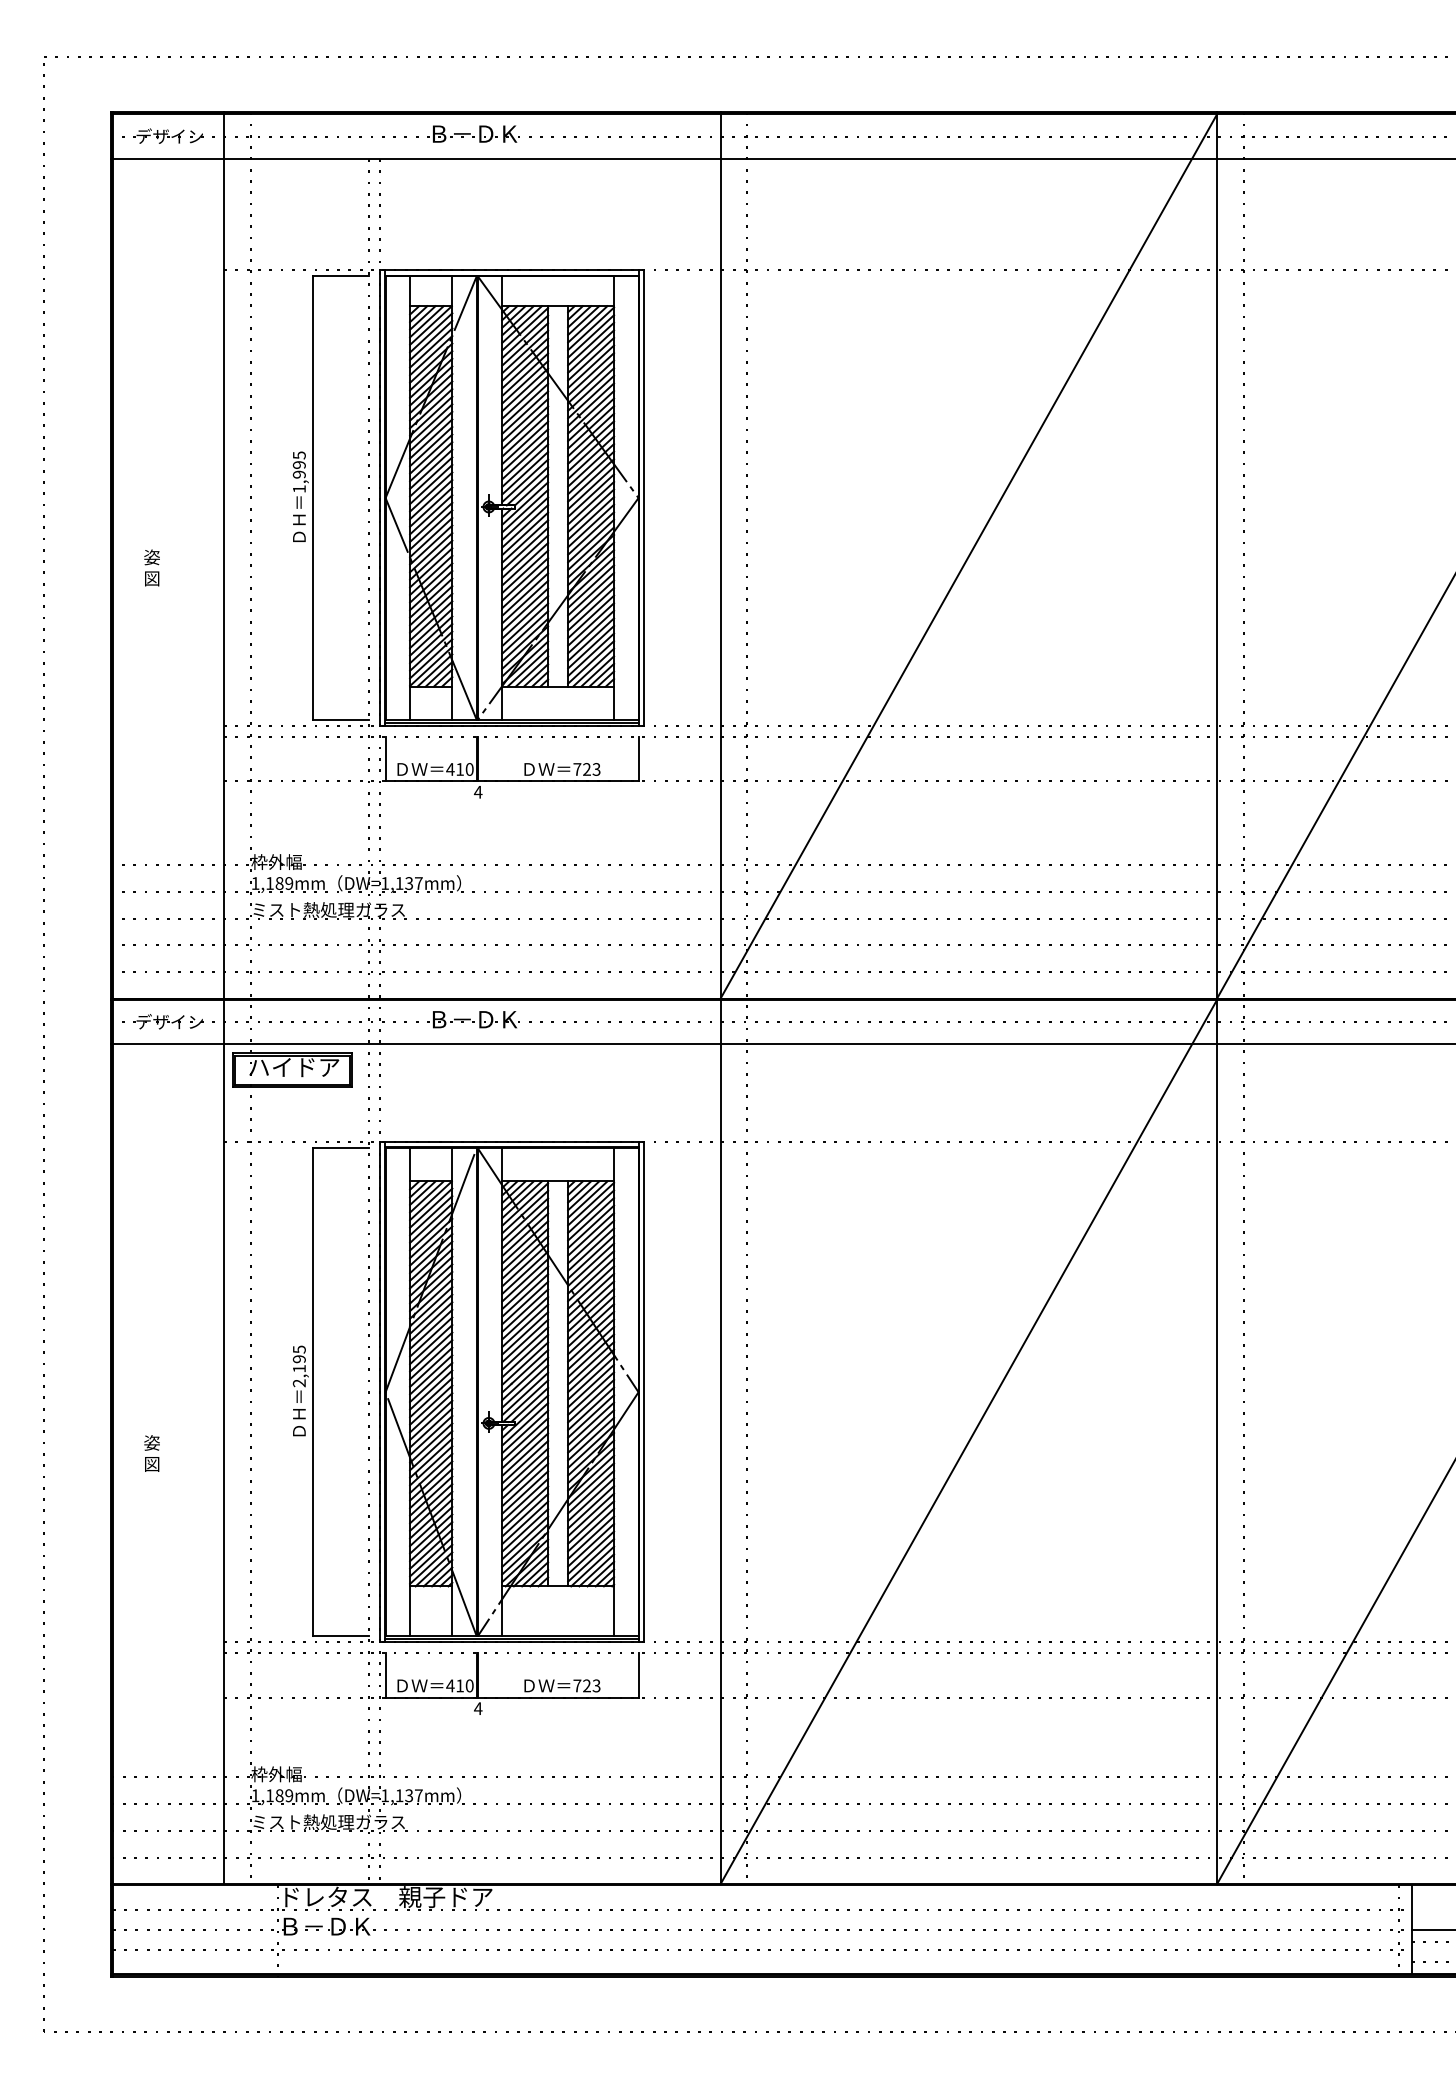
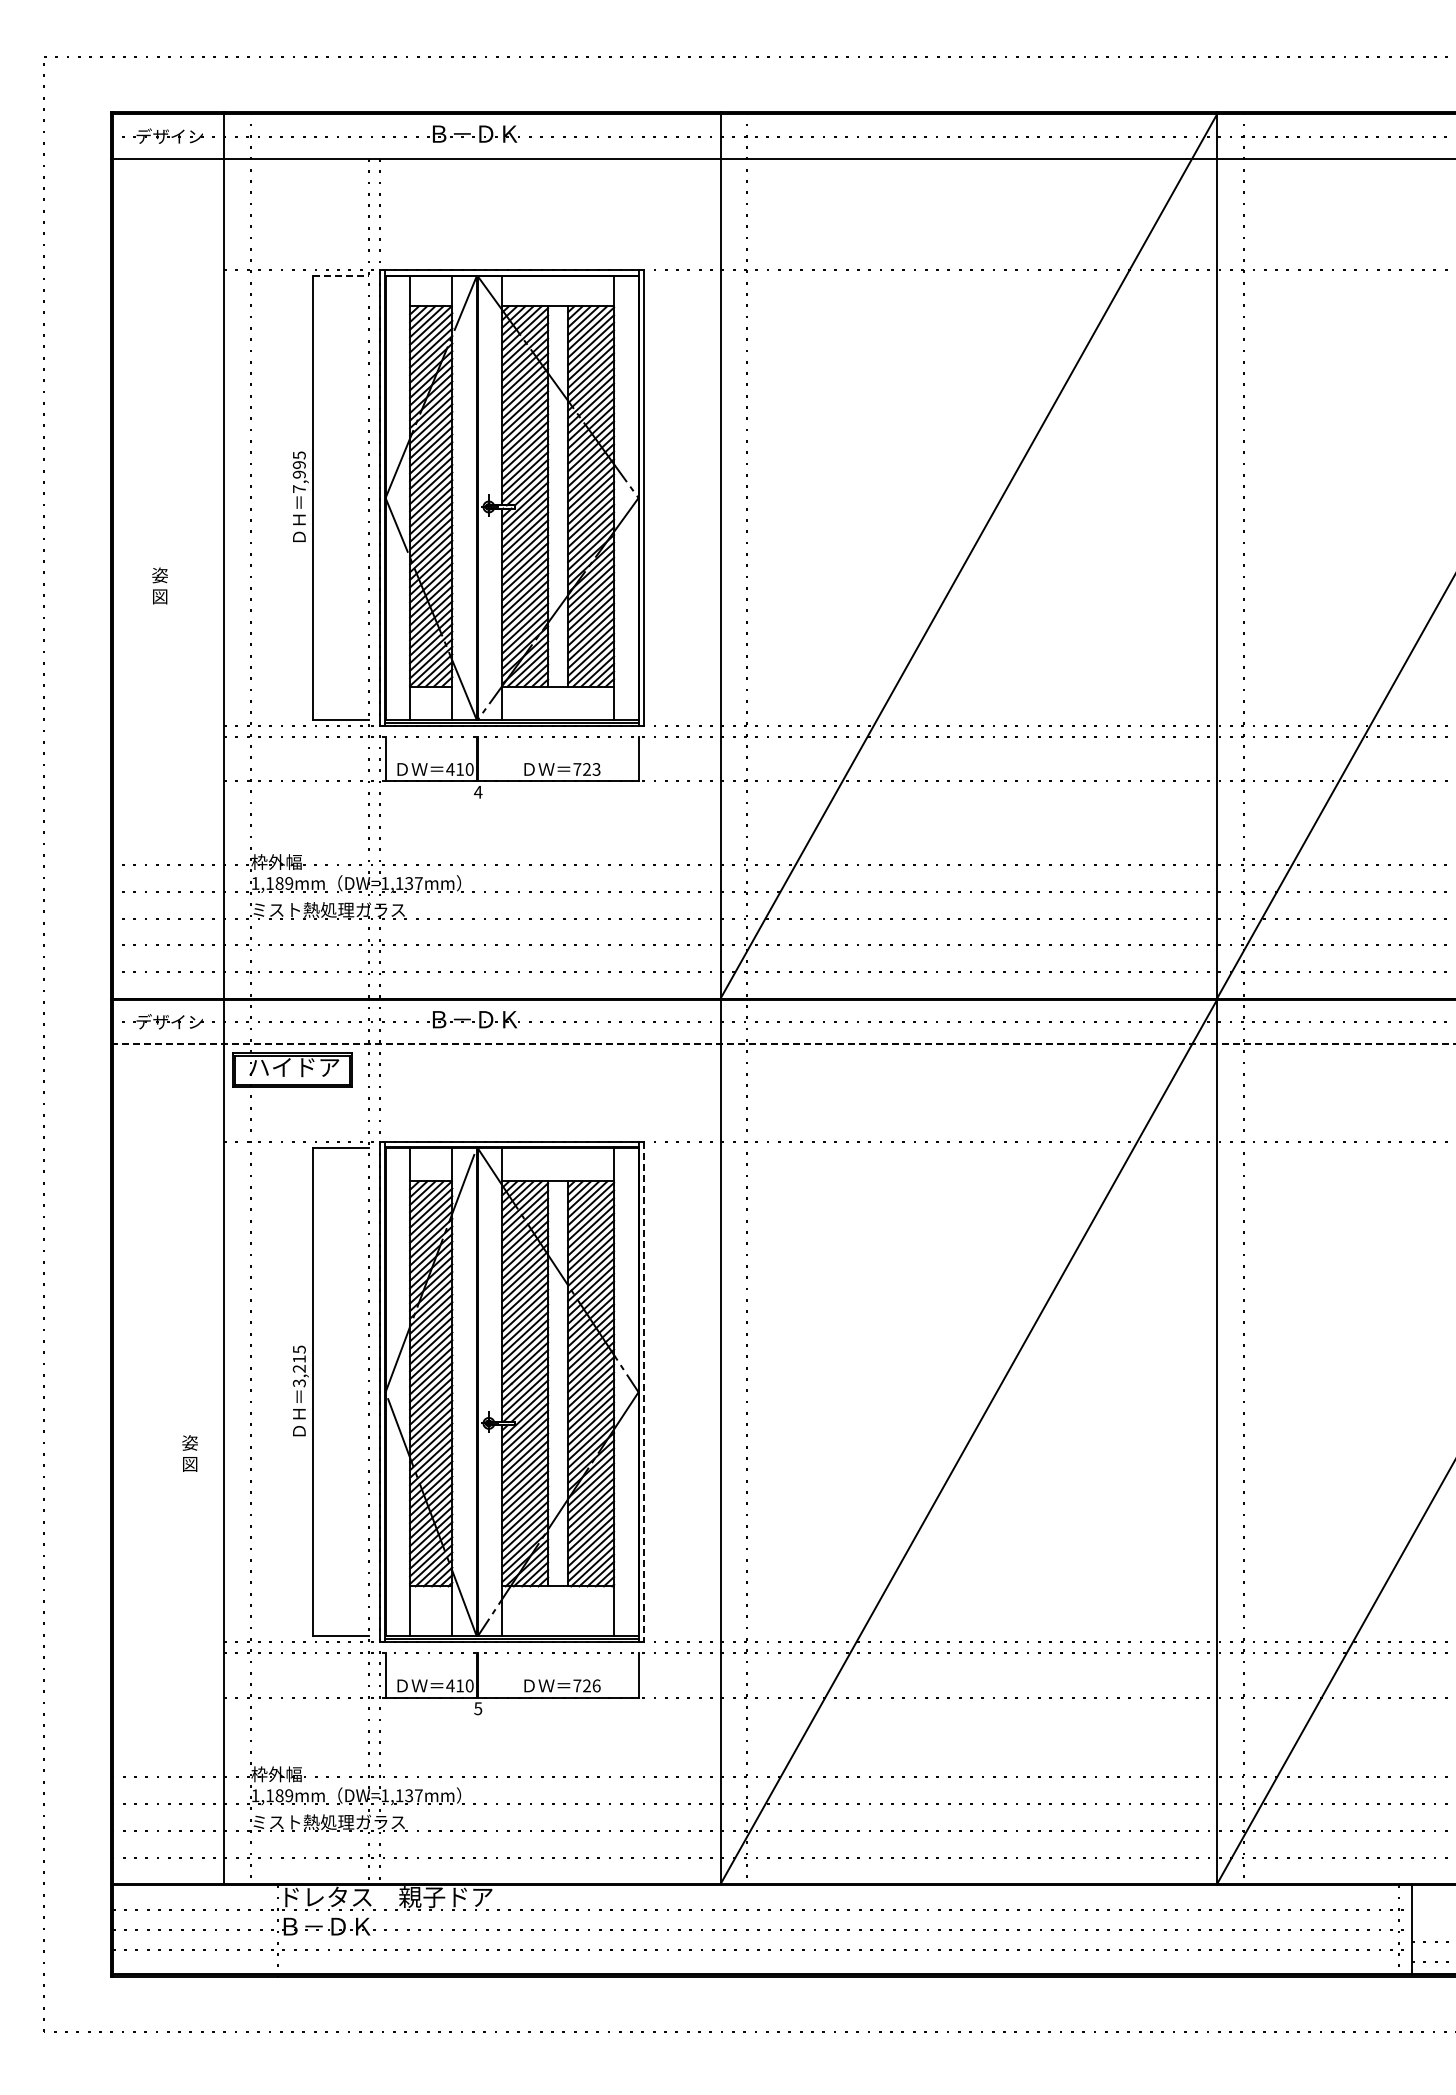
line at (340, 276): solid -> dashed
text at (299, 488): 1,995 -> 7,995
text at (151, 567) position: (151, 567) -> (159, 585)
line at (783, 1044): solid -> dashed
text at (298, 1371): 2,195 -> 3,215
line at (644, 1392): solid -> dashed
text at (151, 1453) position: (151, 1453) -> (189, 1453)
text at (596, 1685): 723 -> 726
text at (478, 1708): 4 -> 5
line at (1432, 1929): present -> none
